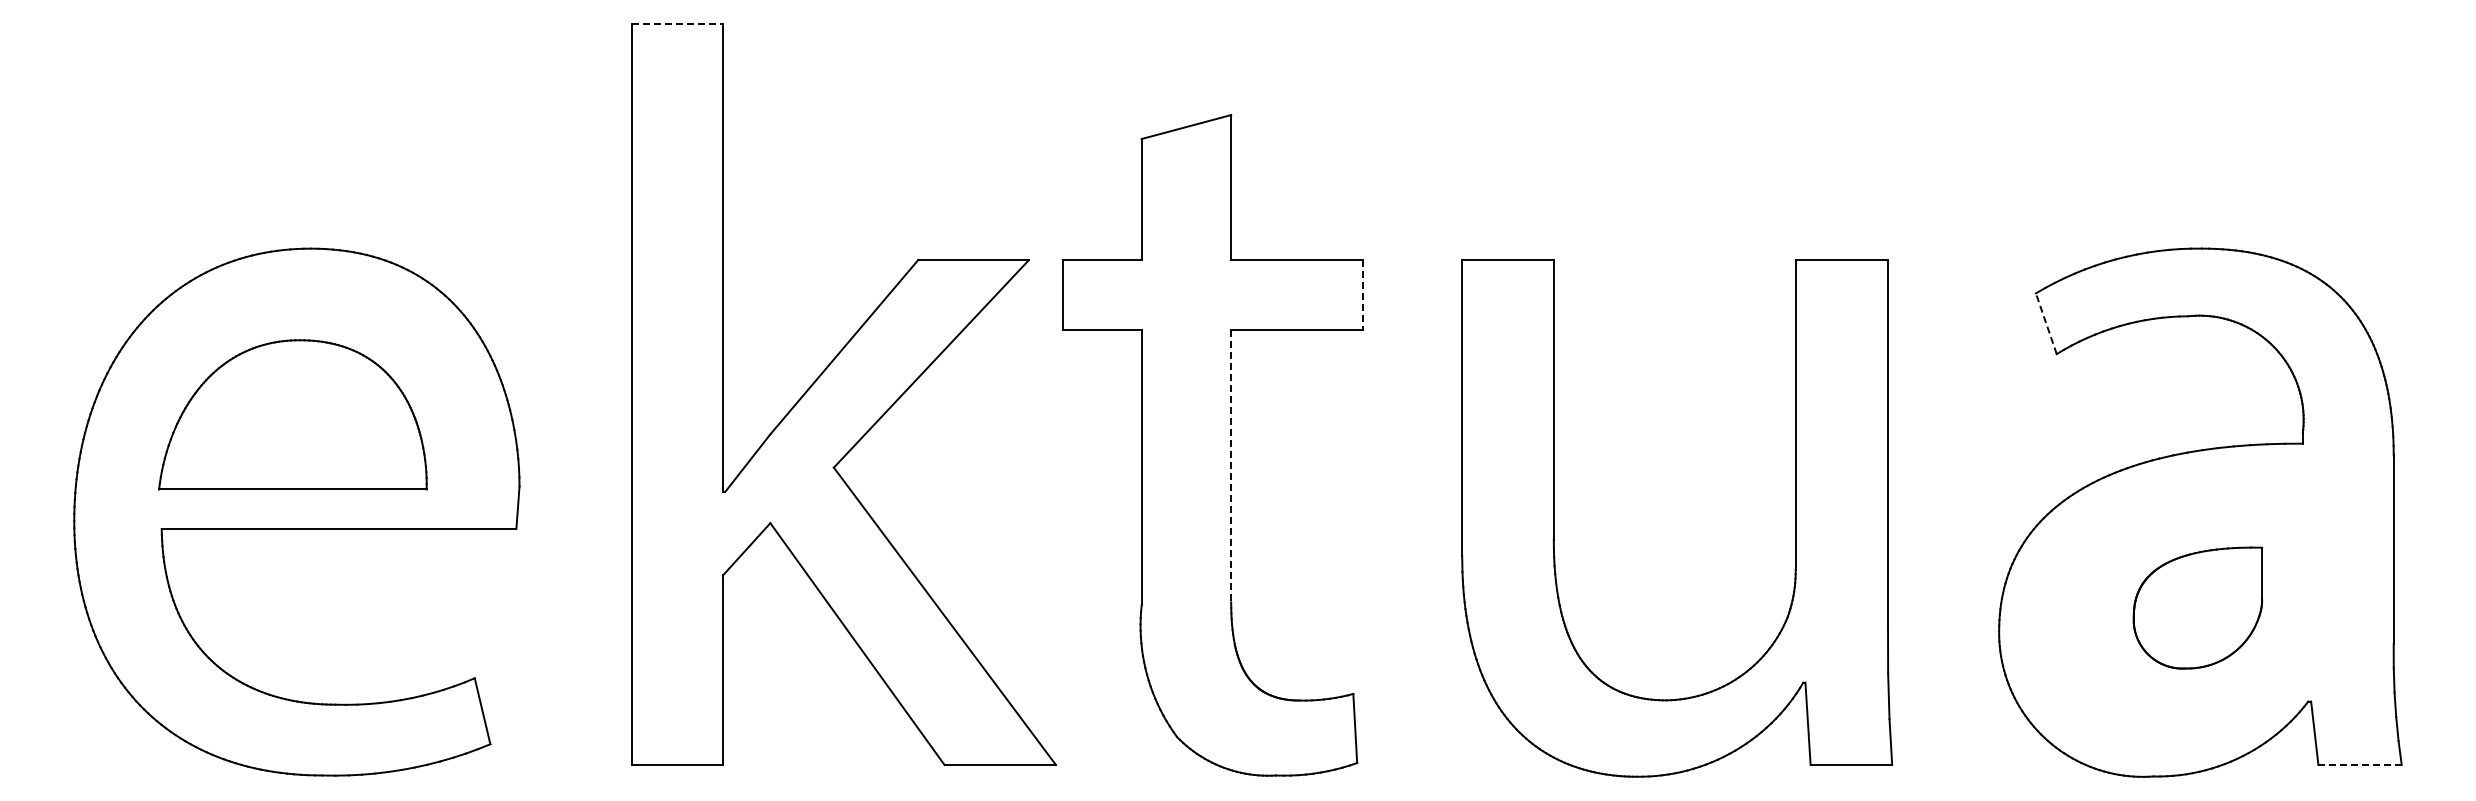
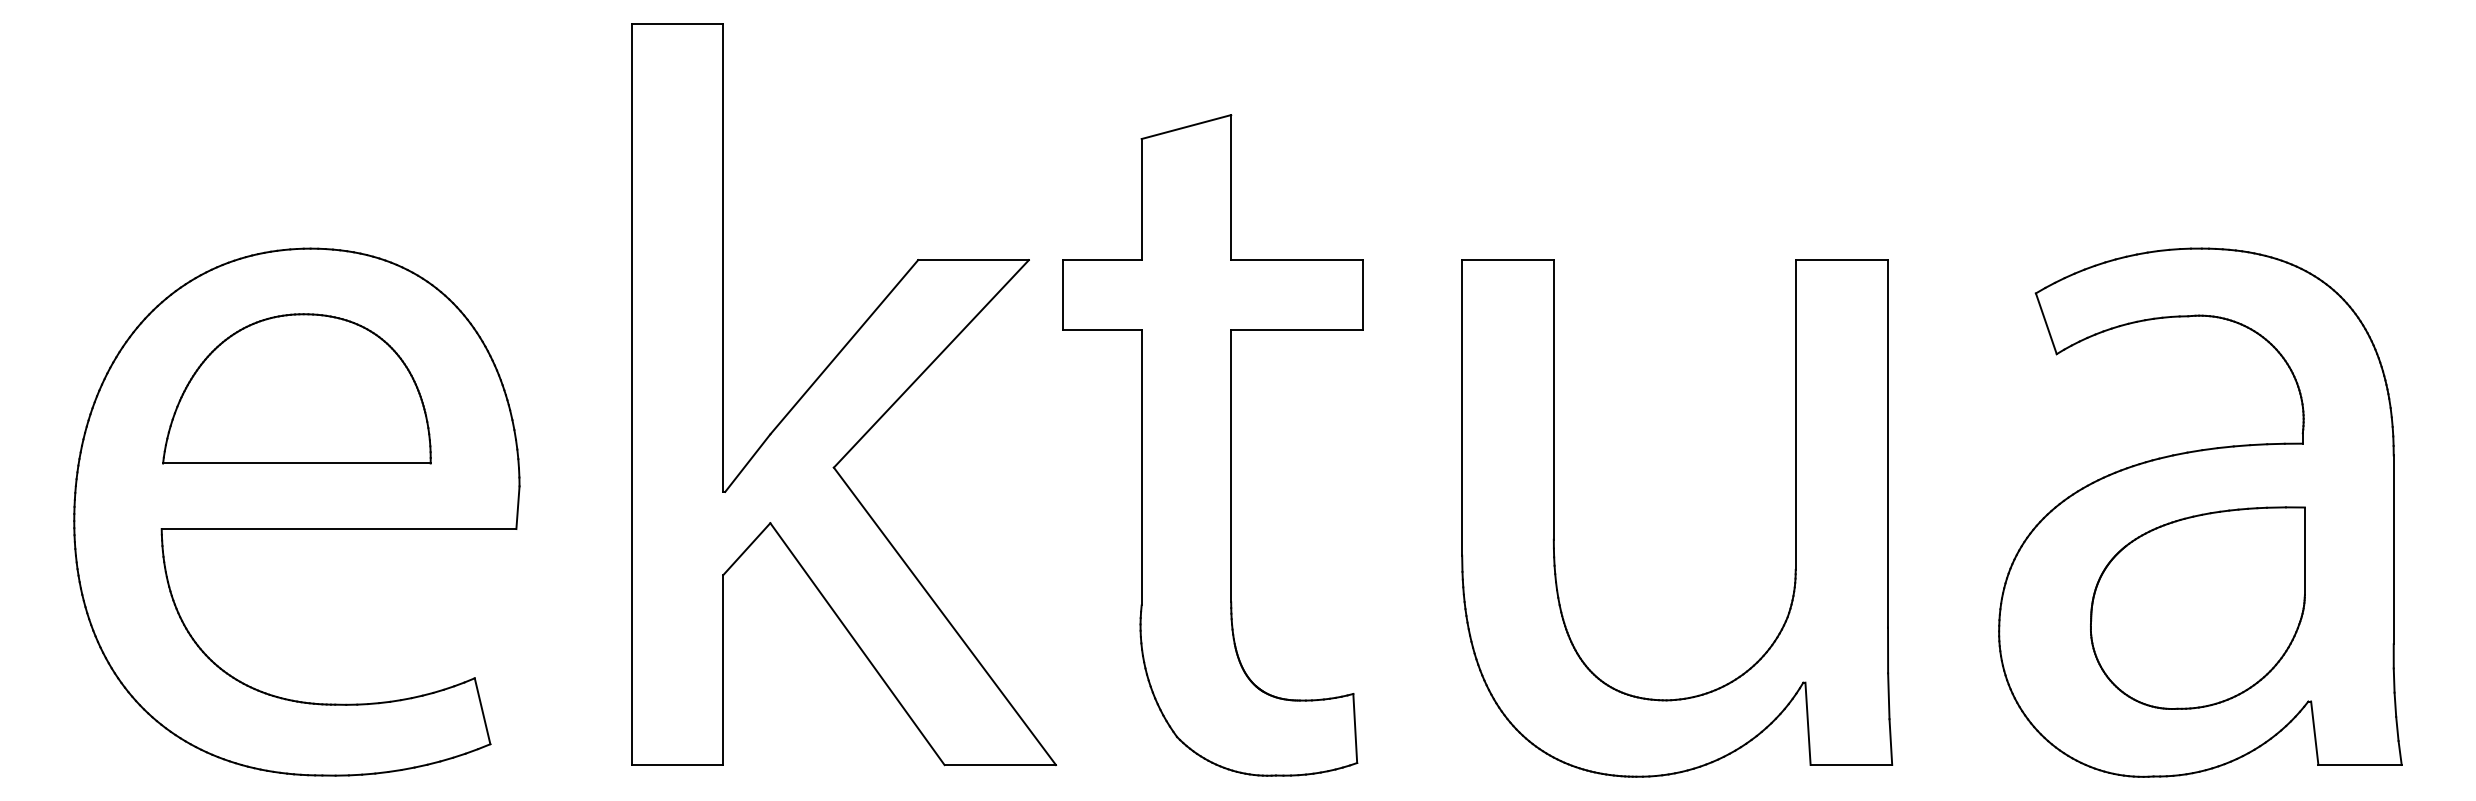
line at (678, 24): dashed -> solid
line at (1362, 295): dashed -> solid
line at (2046, 323): dashed -> solid
part at (292, 414) position: (292, 414) -> (296, 388)
line at (1231, 466): dashed -> solid
part at (2197, 607) size: 132x124 px -> 216x204 px
line at (2360, 765): dashed -> solid
